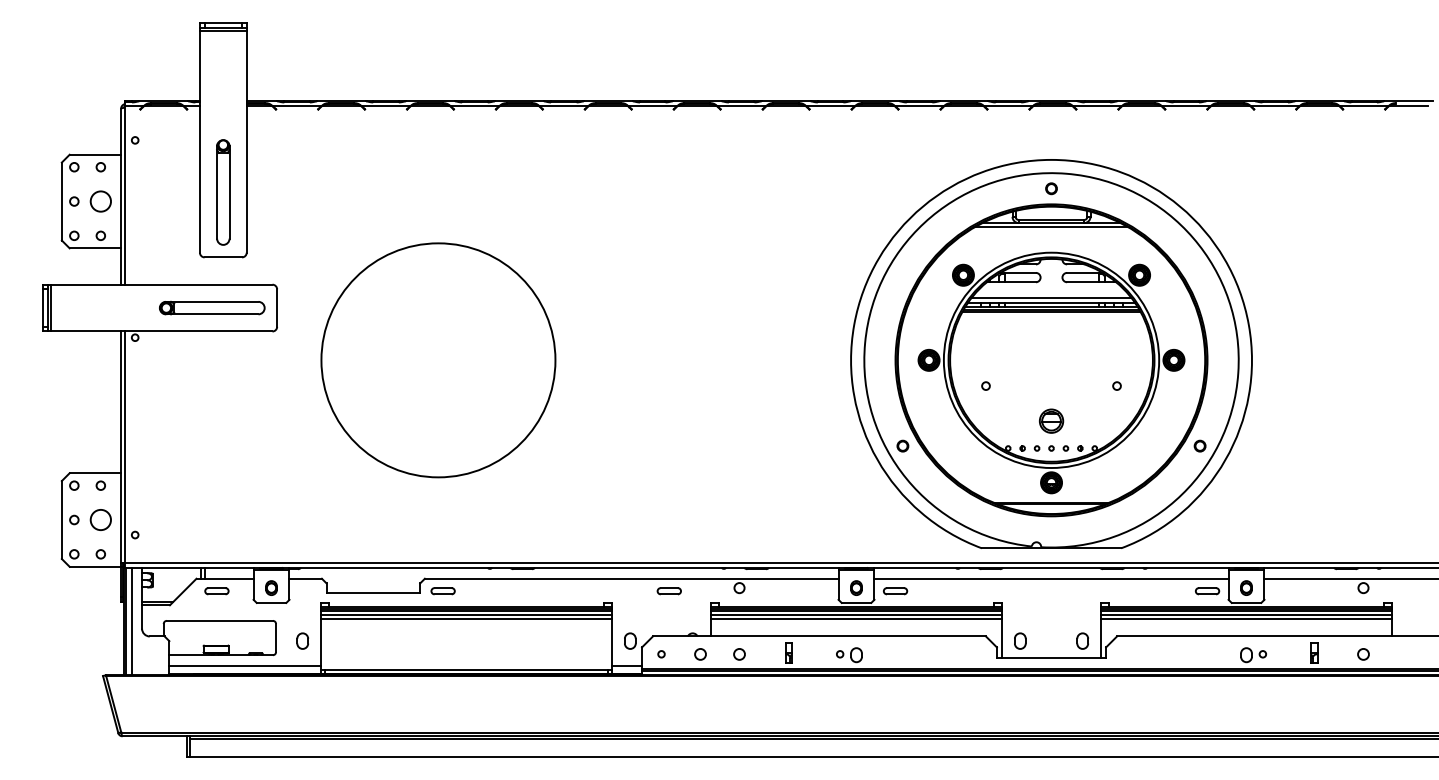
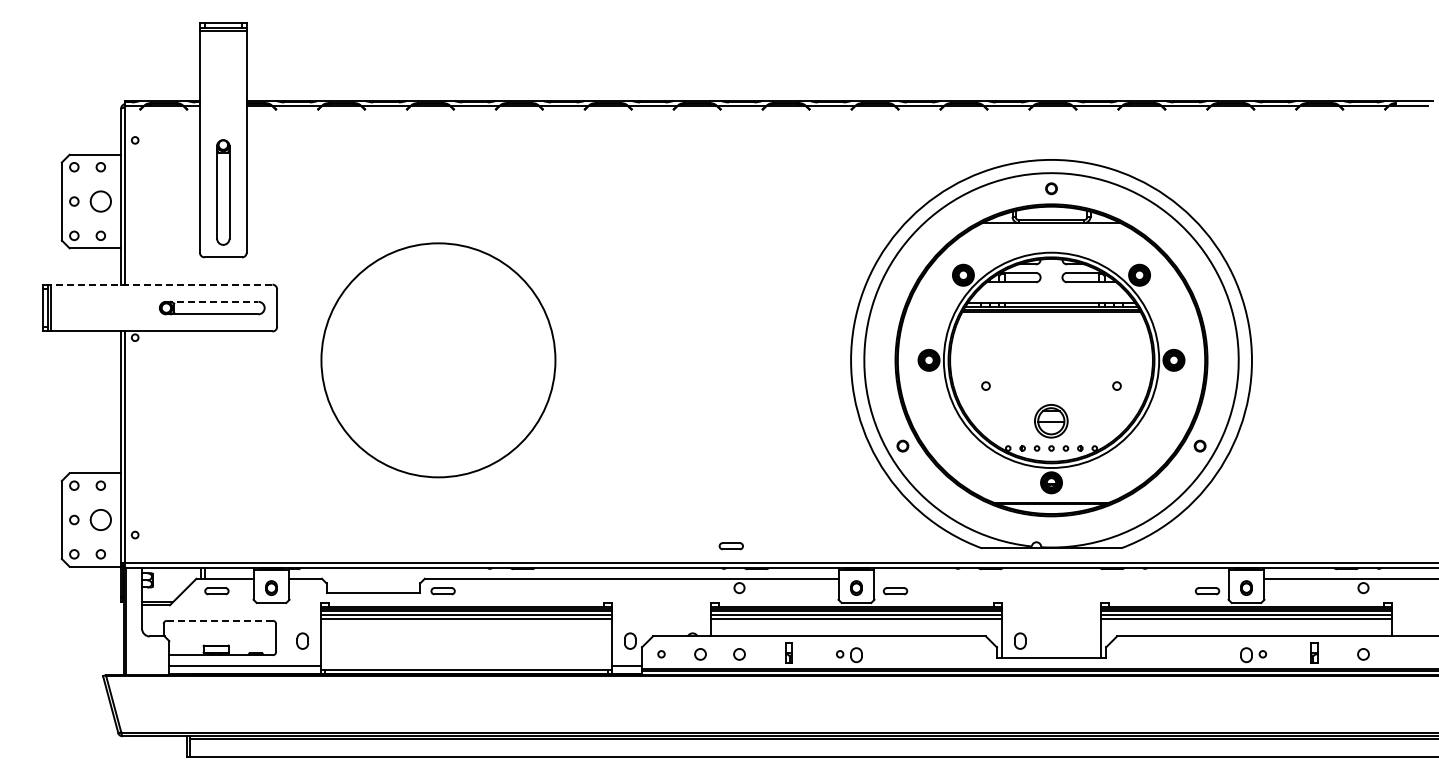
line at (1051, 227): present -> none
line at (161, 284): solid -> dashed
line at (1051, 297): present -> none
line at (212, 301): solid -> dashed
part at (1051, 420) size: 26x26 px -> 35x35 px
line at (1051, 578): present -> none
part at (668, 591) position: (668, 591) -> (730, 546)
line at (220, 620): solid -> dashed
line at (131, 621): present -> none
part at (1082, 640): present -> none
